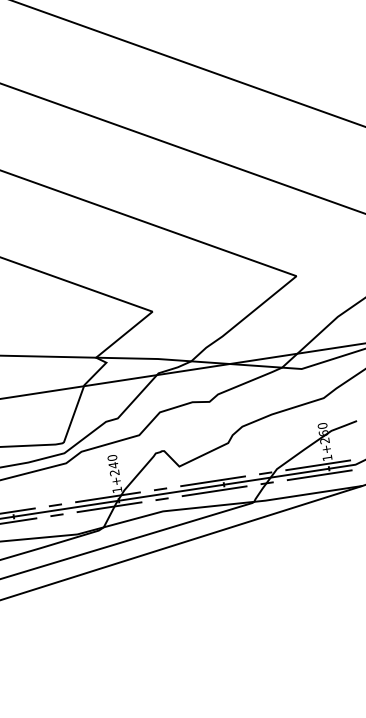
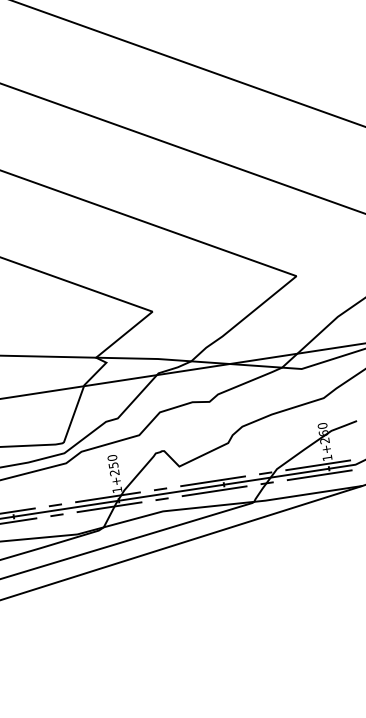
text at (113, 465): 1+240 -> 1+250
